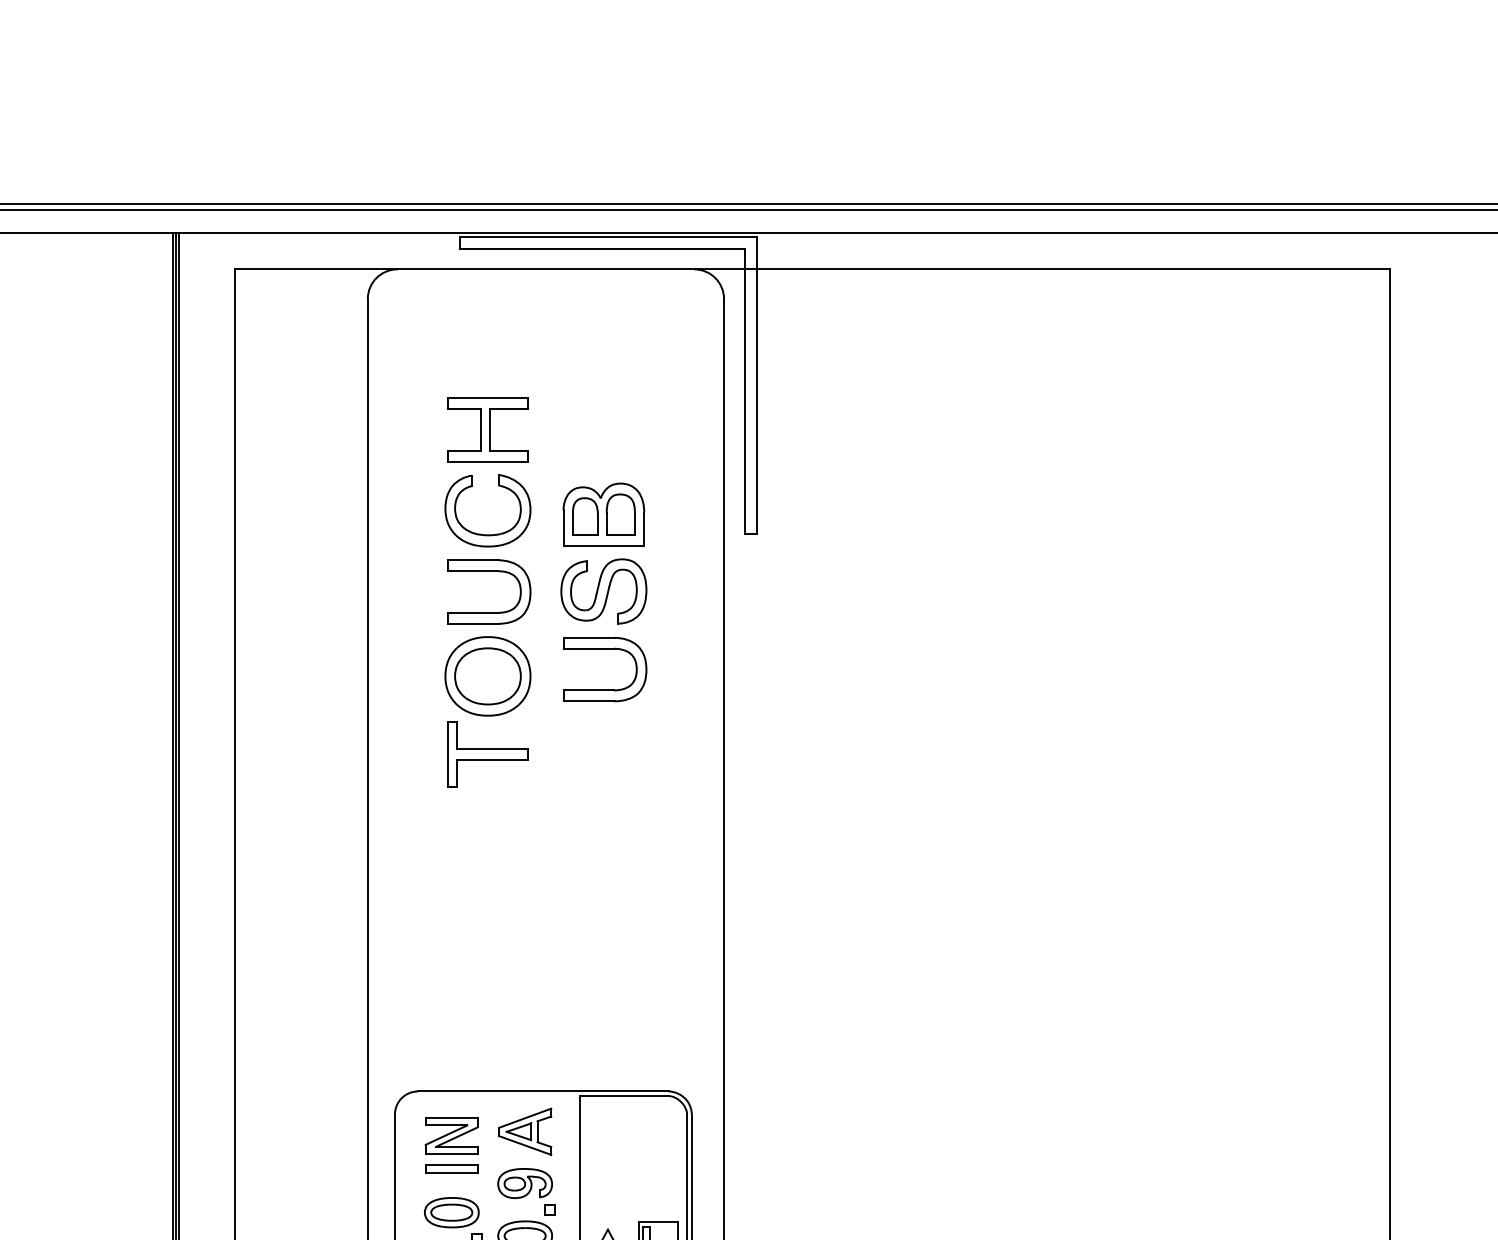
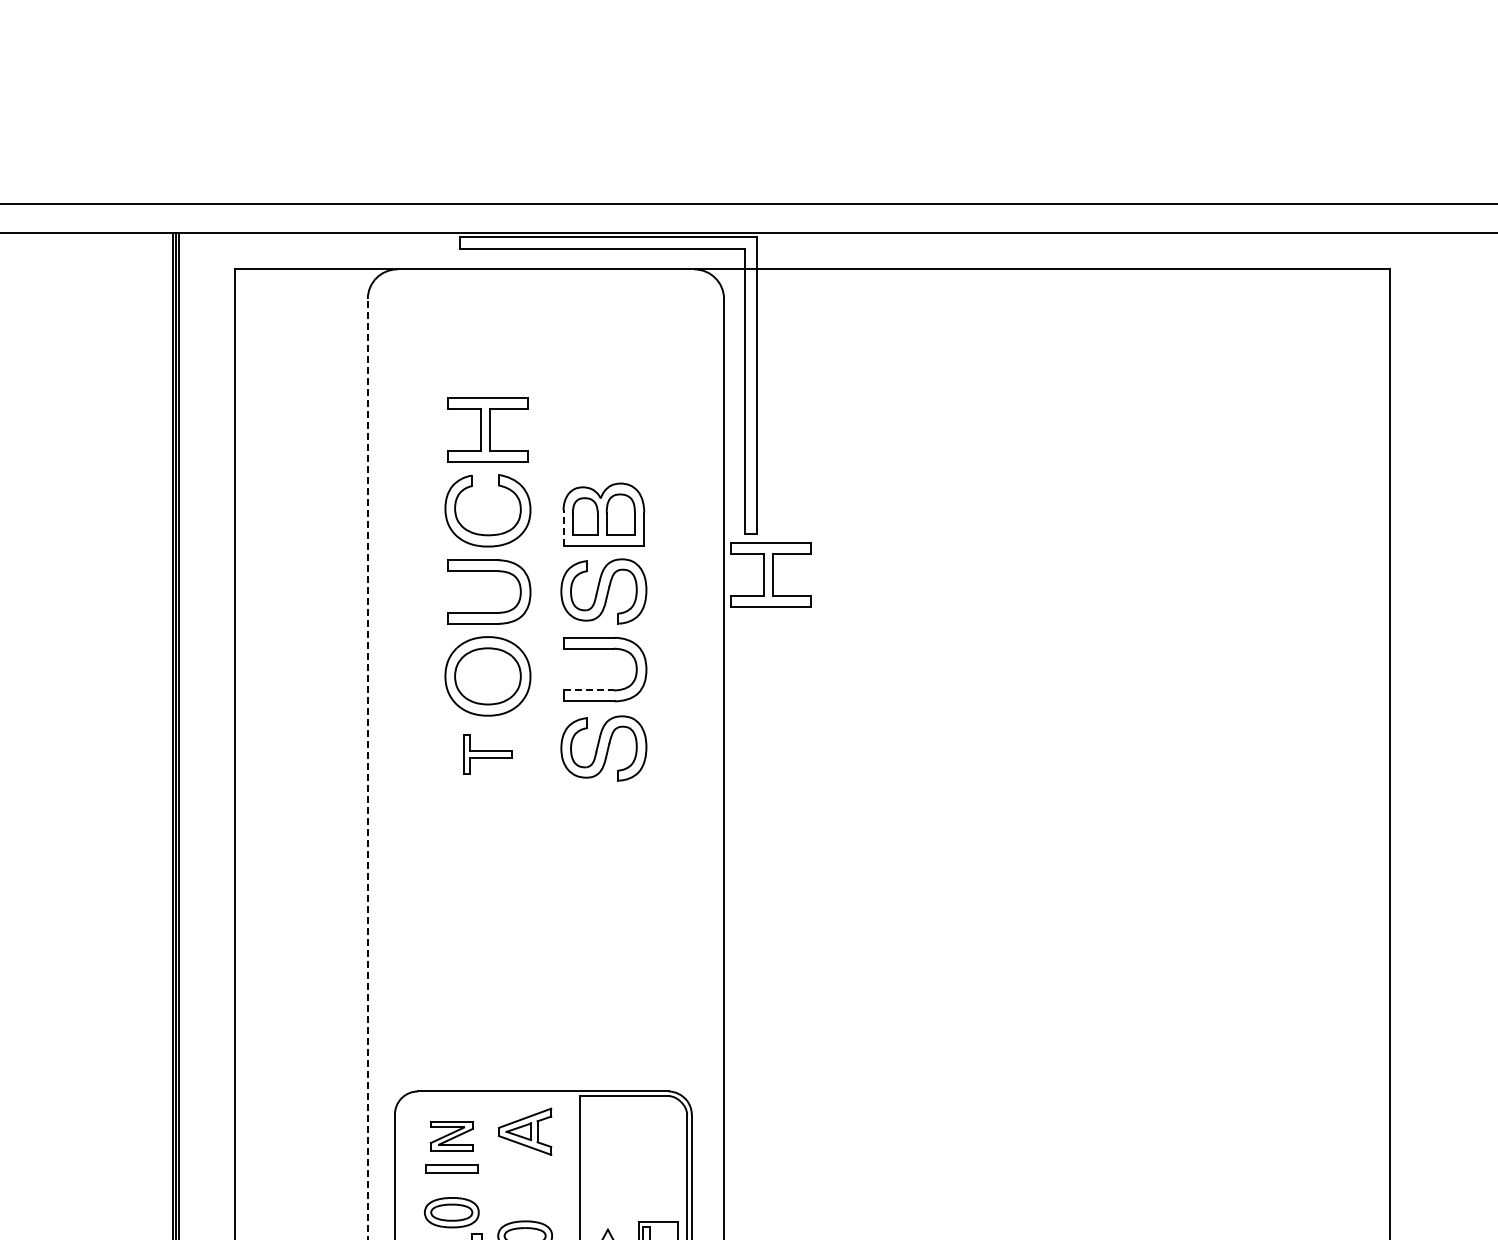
line at (748, 209): present -> none
line at (563, 527): solid -> dashed
part at (770, 574): none -> present
line at (589, 690): solid -> dashed
part at (603, 748): none -> present
part at (487, 754) size: 82x67 px -> 50x41 px
line at (367, 768): solid -> dashed
part at (451, 1135) size: 55x38 px -> 45x31 px
part at (526, 1191): present -> none
